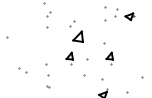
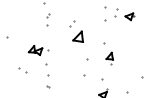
part at (48, 19) size: 6x18 px -> 5x14 px
part at (38, 50): none -> present
part at (69, 58): present -> none
